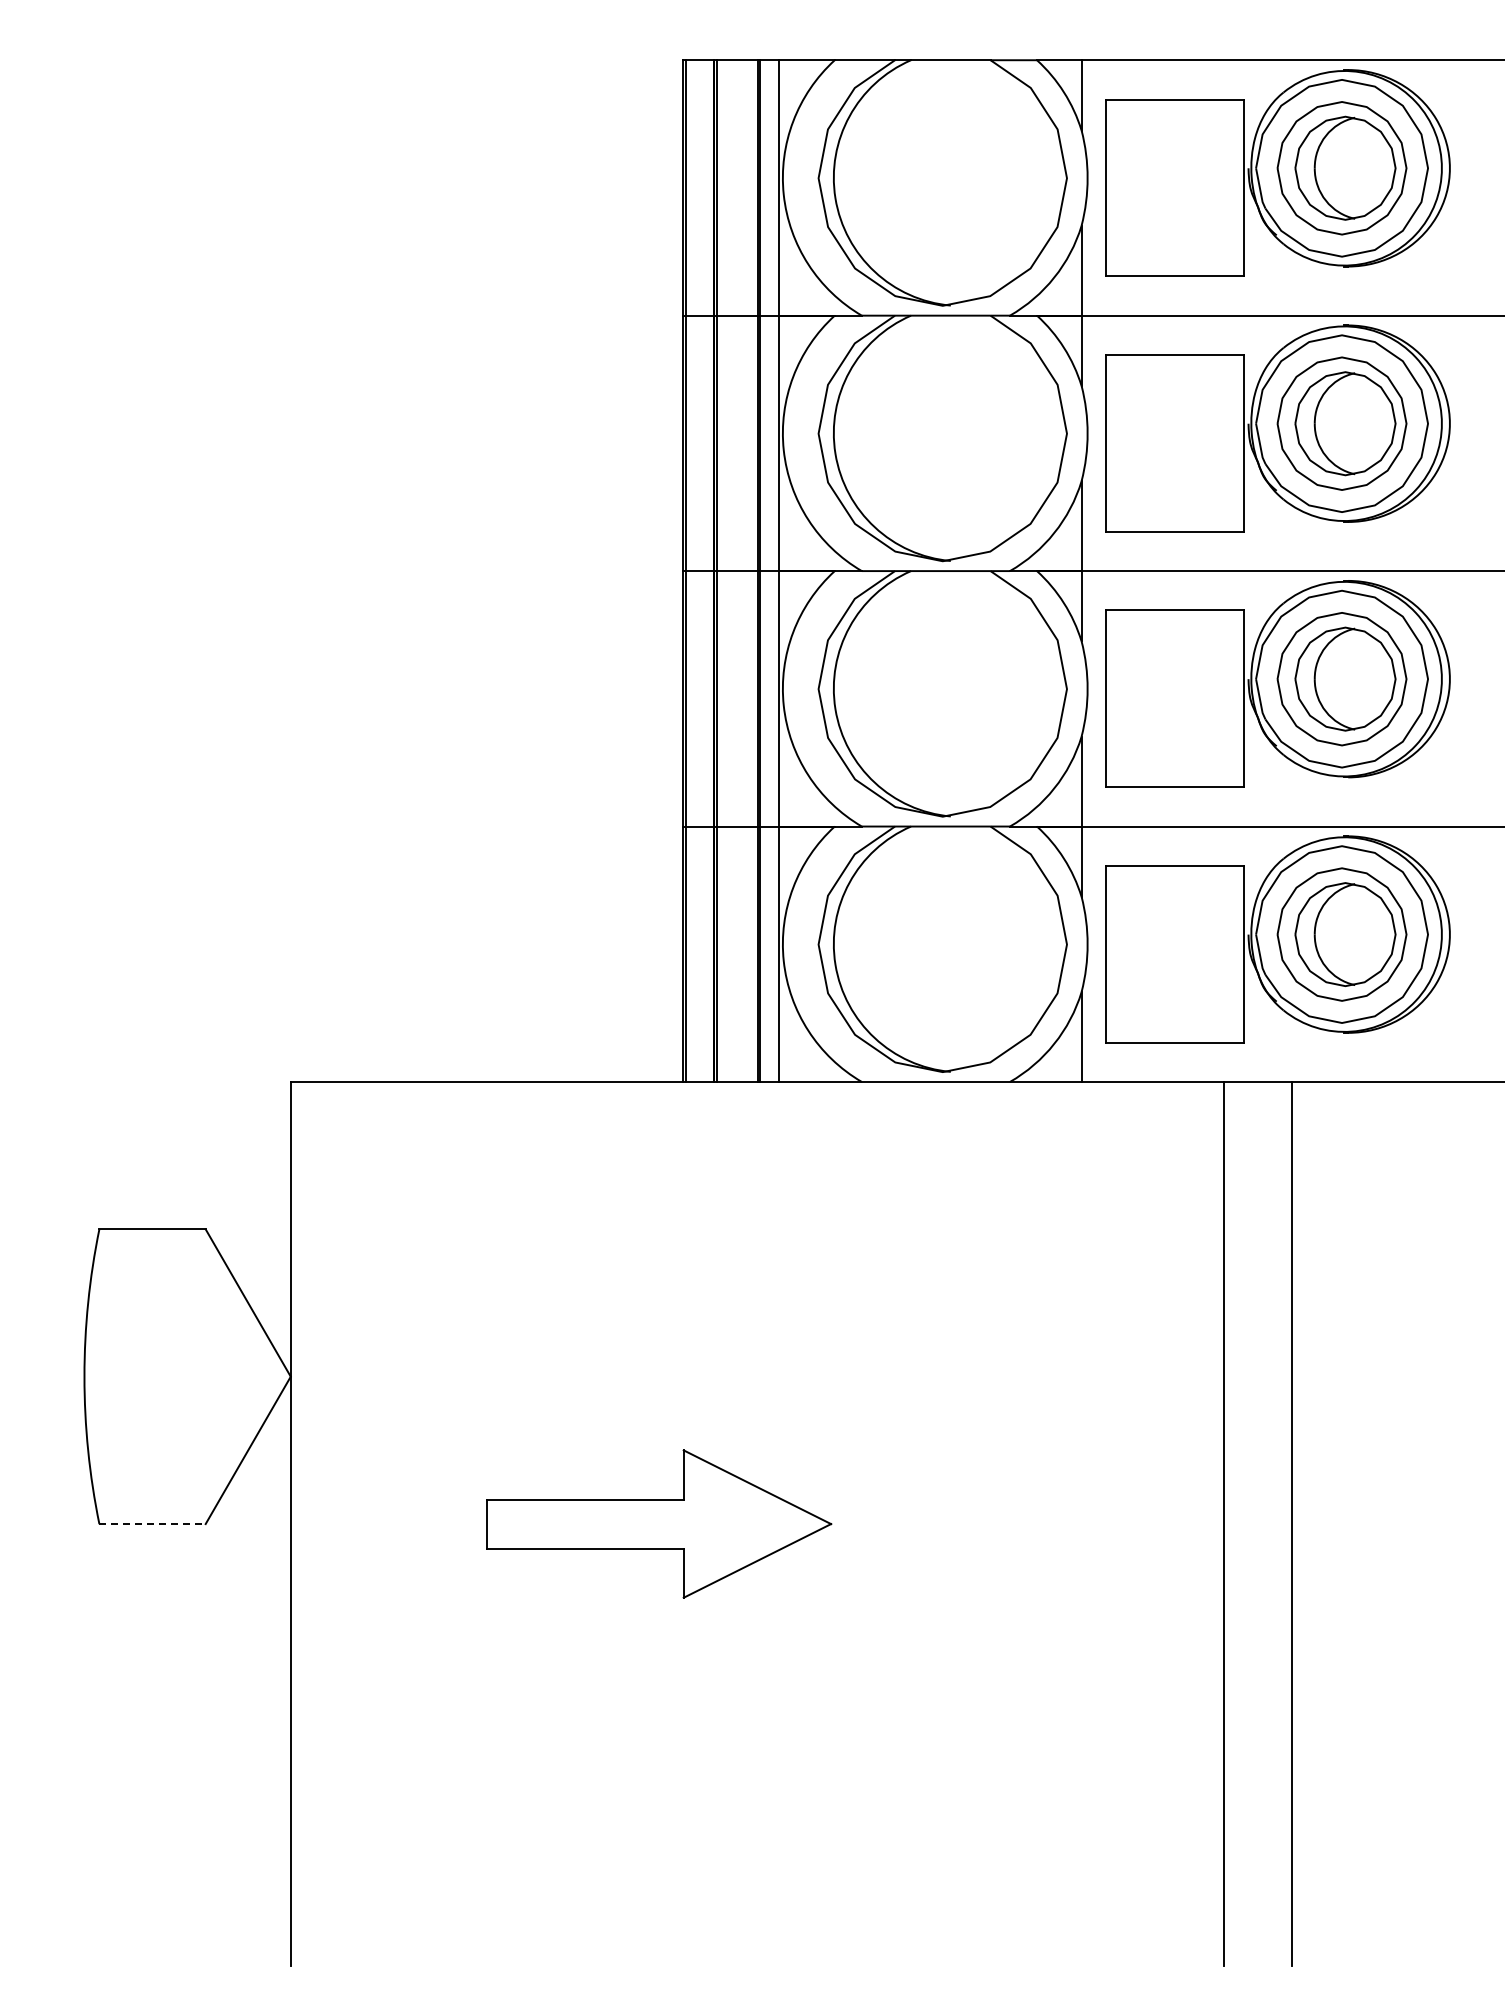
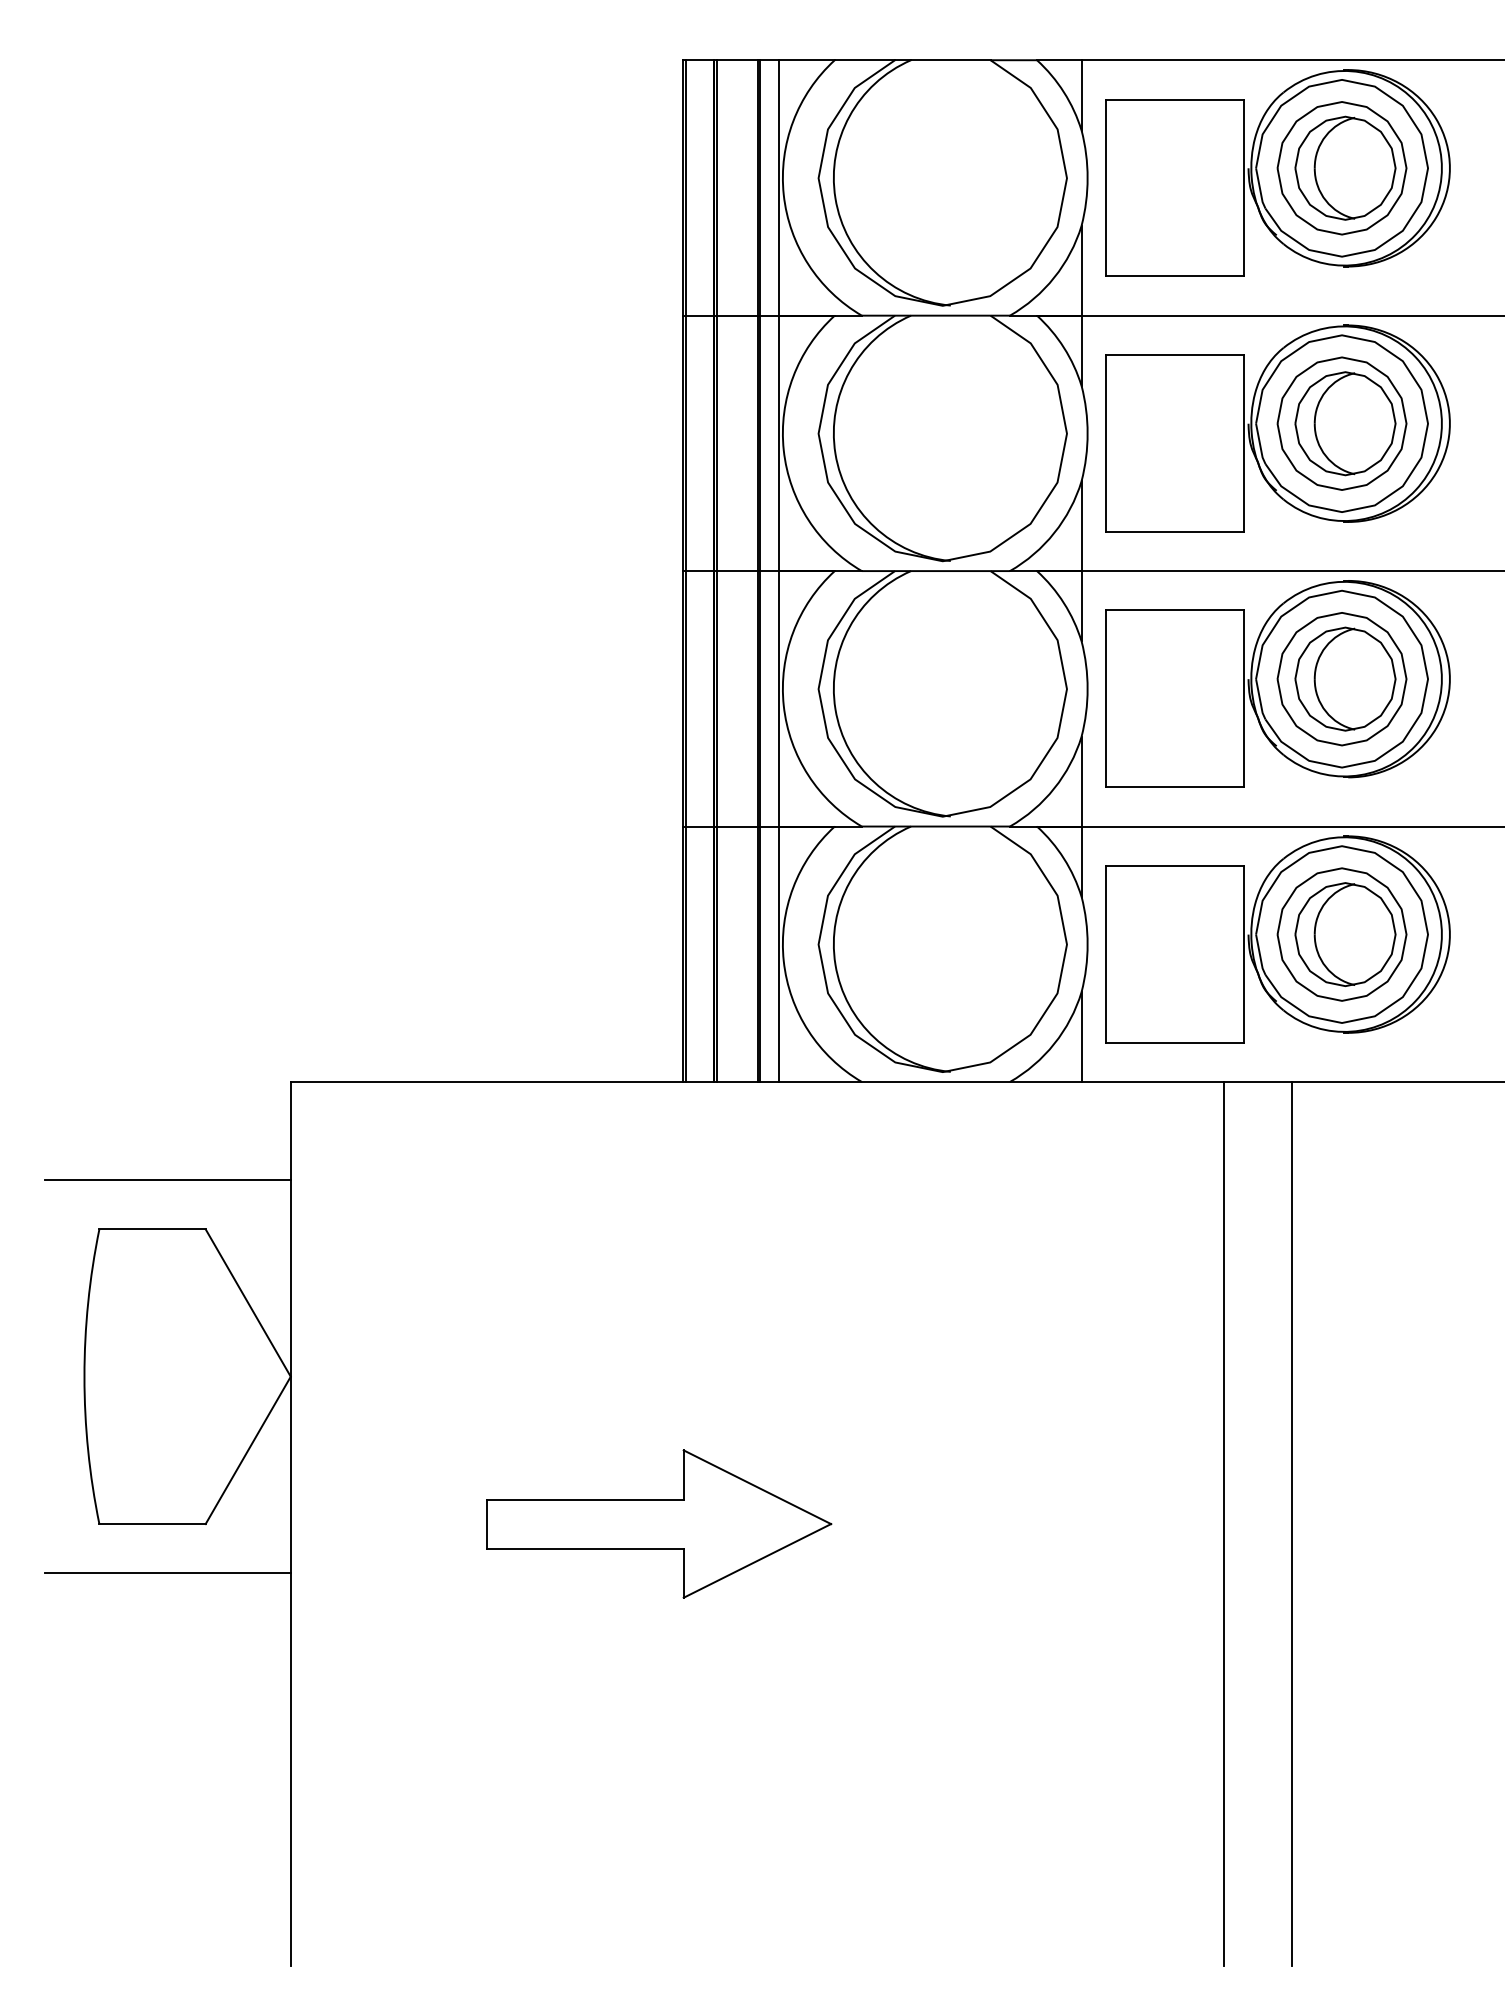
line at (167, 1180): none -> present
line at (153, 1524): dashed -> solid
line at (167, 1573): none -> present
